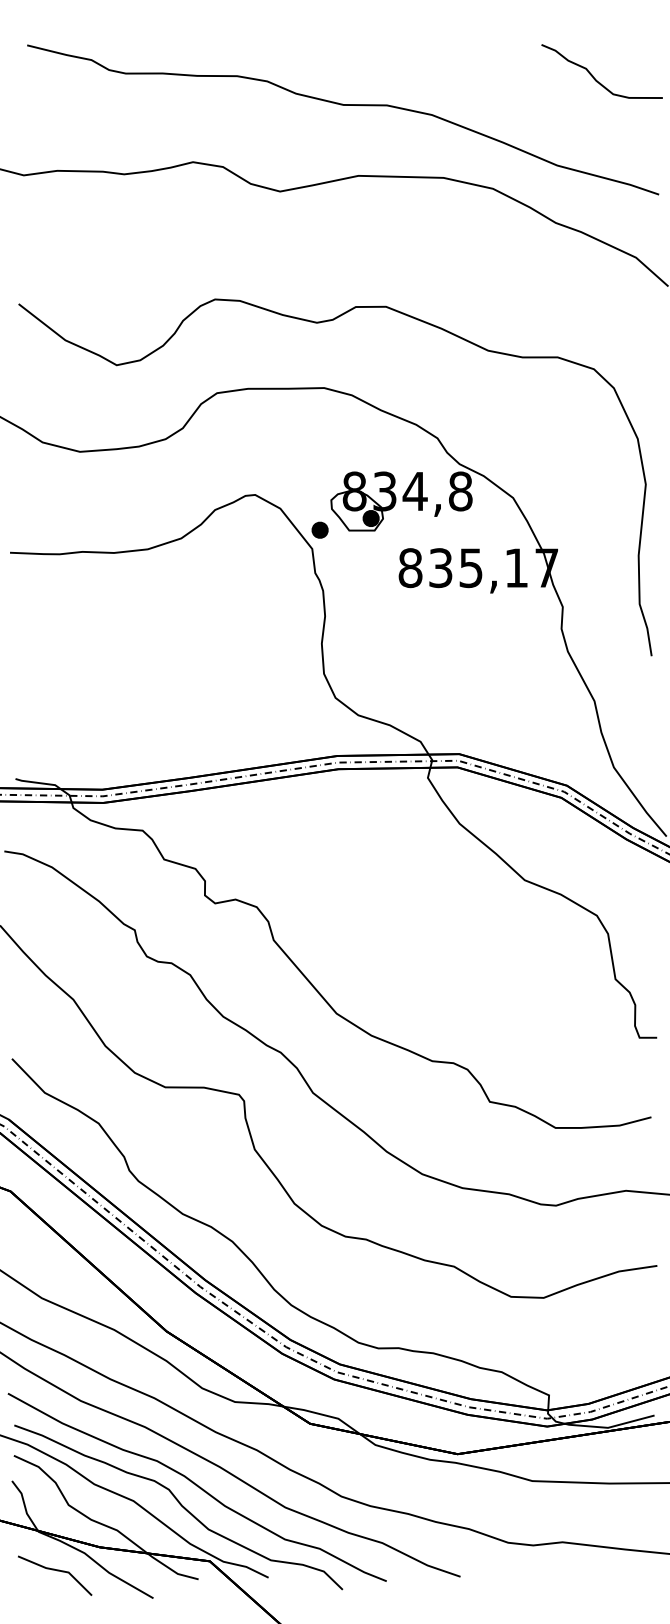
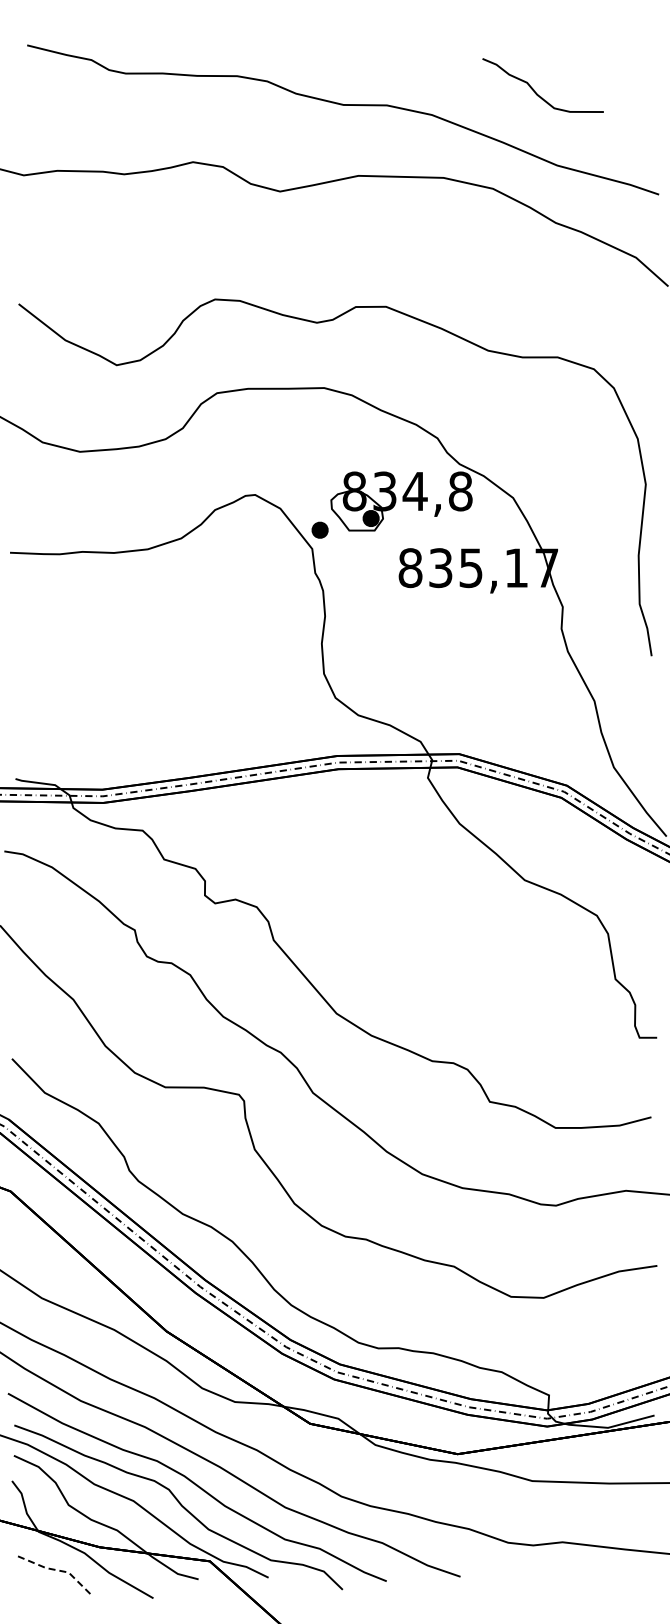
curve at (593, 75) position: (593, 75) -> (534, 89)
line at (58, 1570): solid -> dashed
